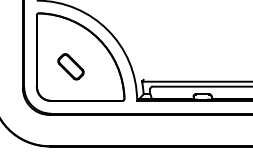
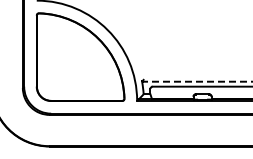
part at (70, 66): present -> none
line at (197, 81): solid -> dashed
